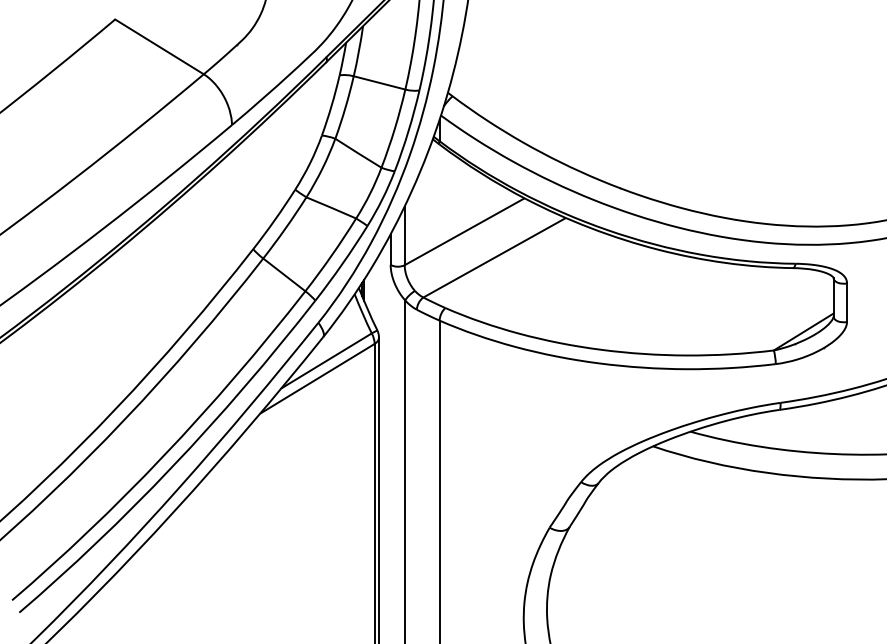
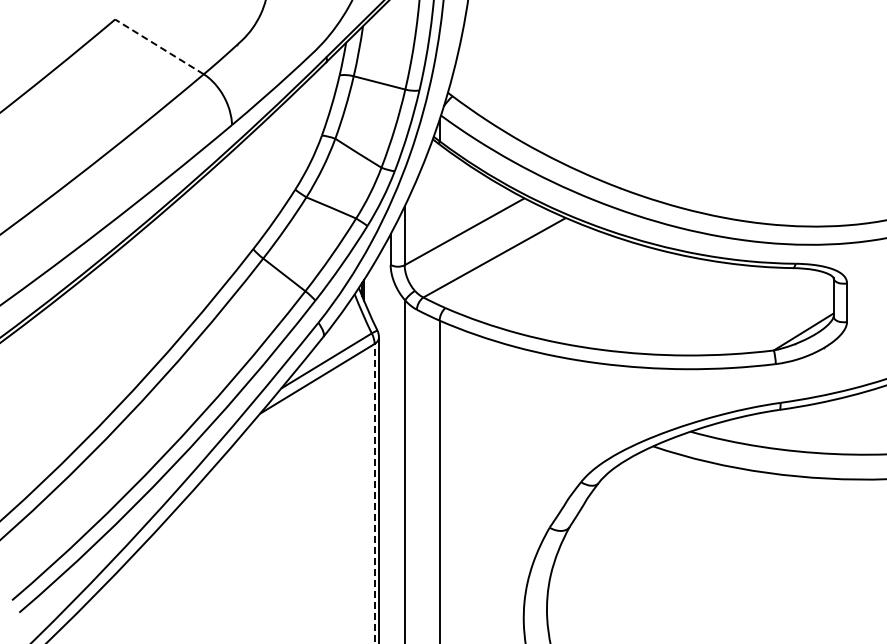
line at (159, 46): solid -> dashed
line at (374, 493): solid -> dashed
